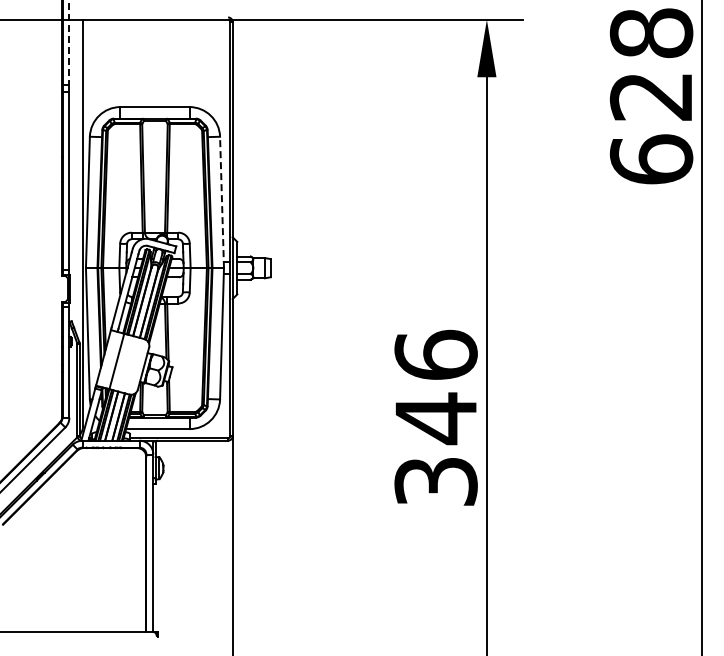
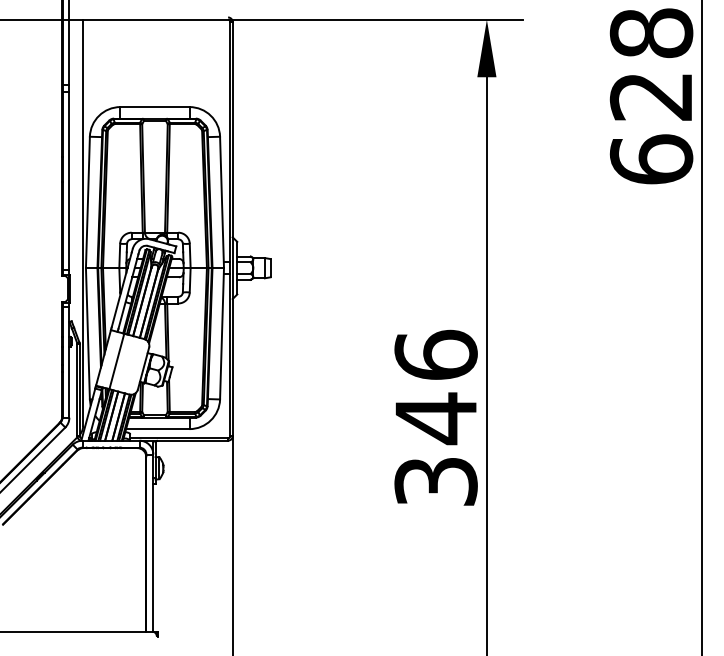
line at (69, 43): dashed -> solid
line at (222, 202): dashed -> solid
